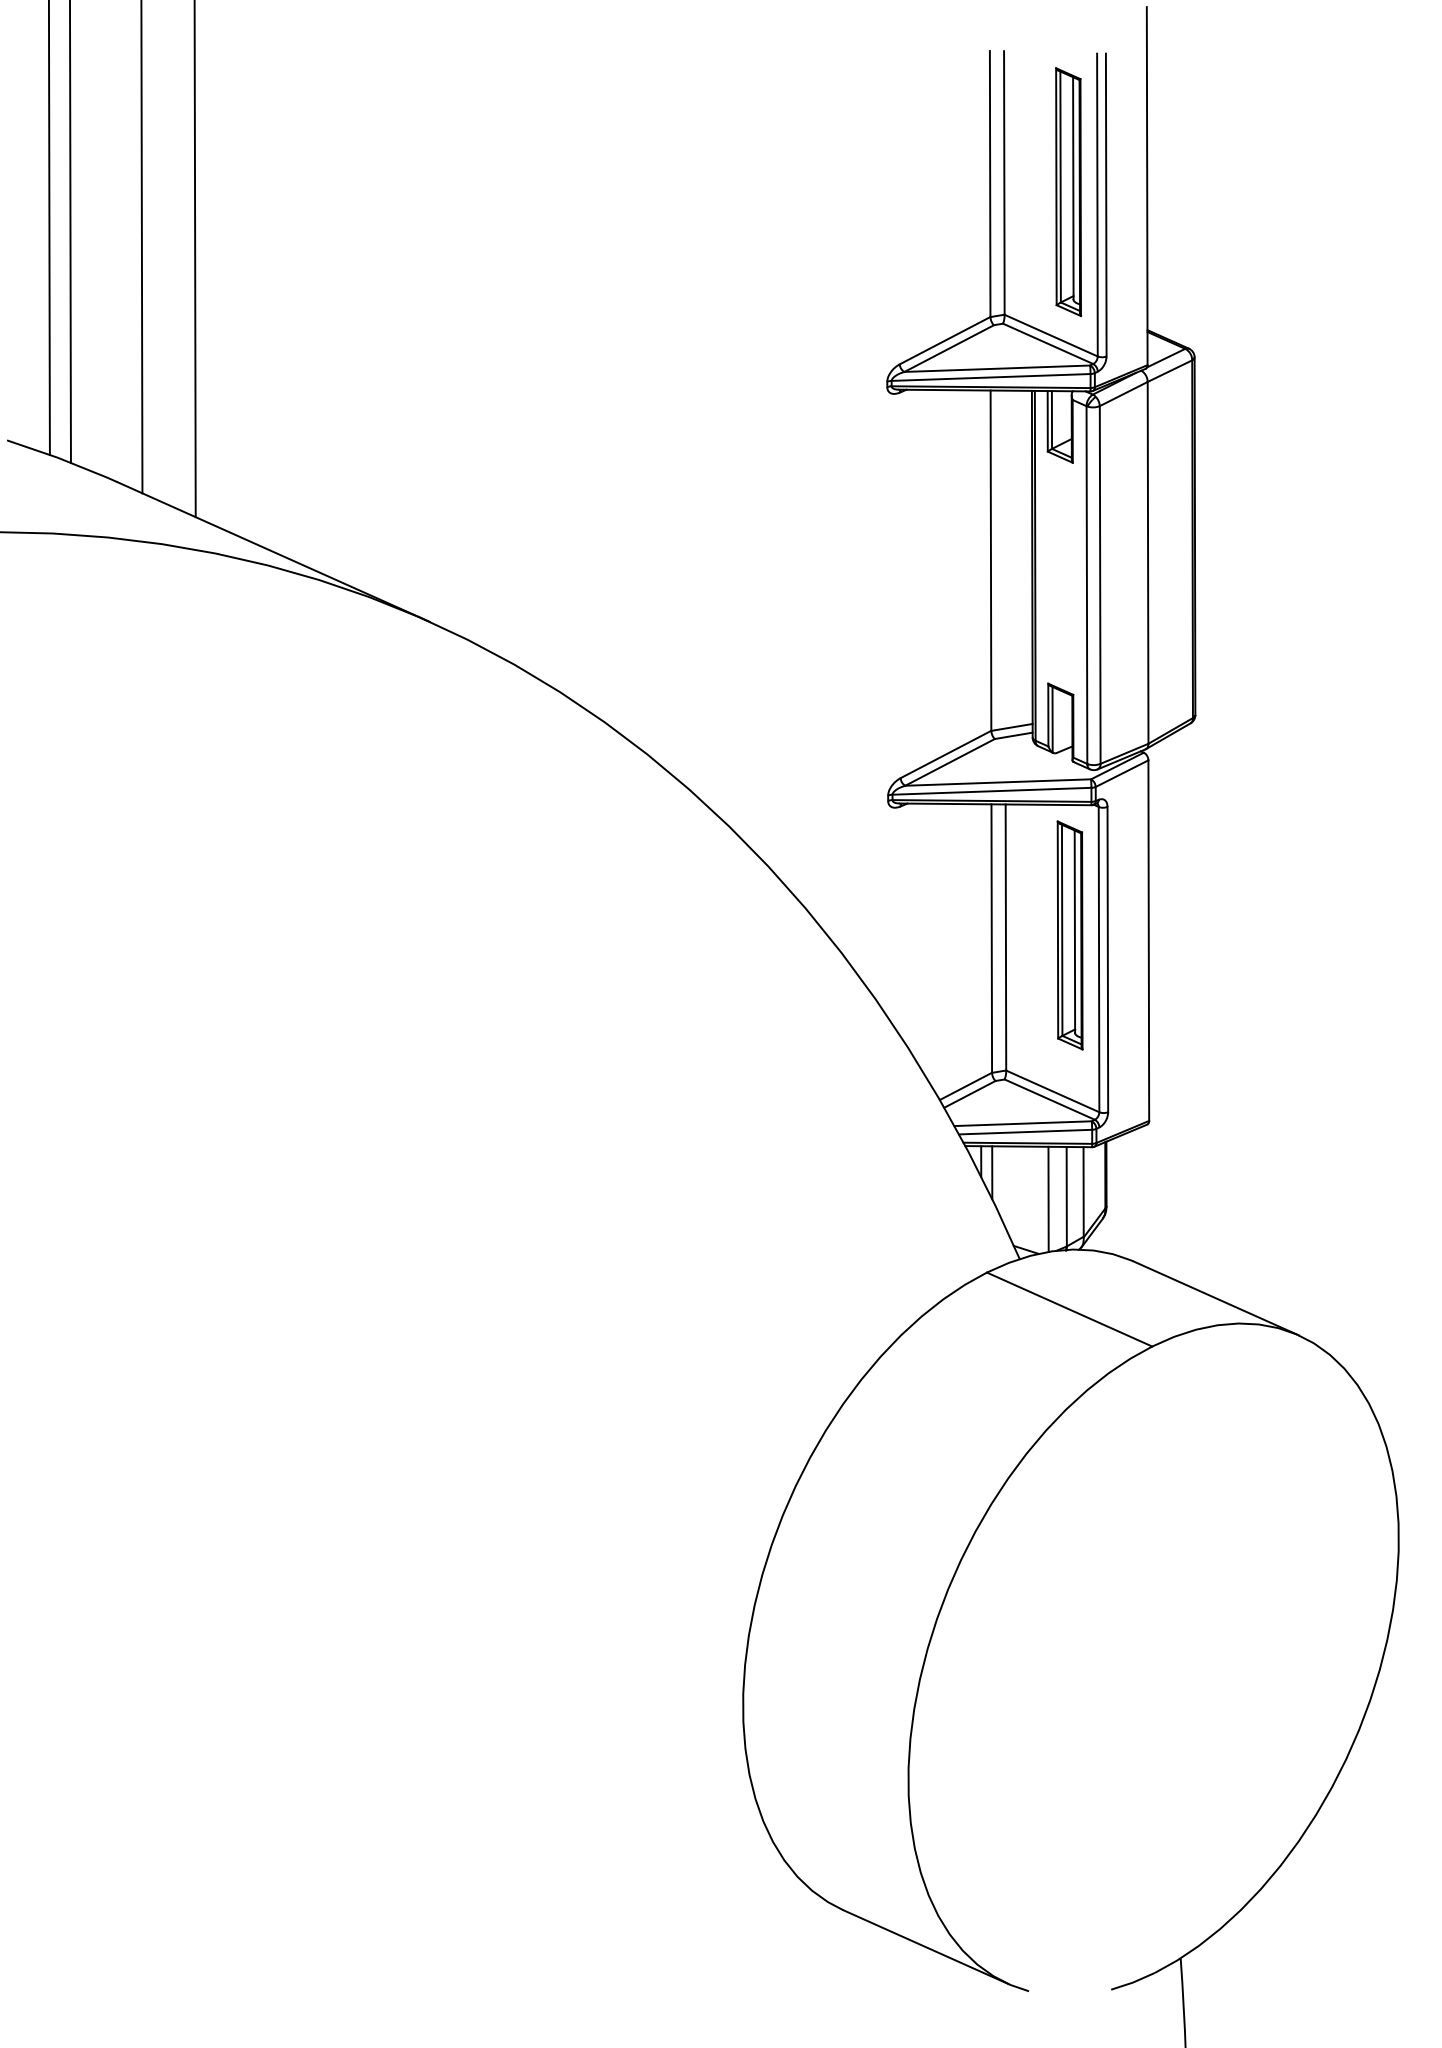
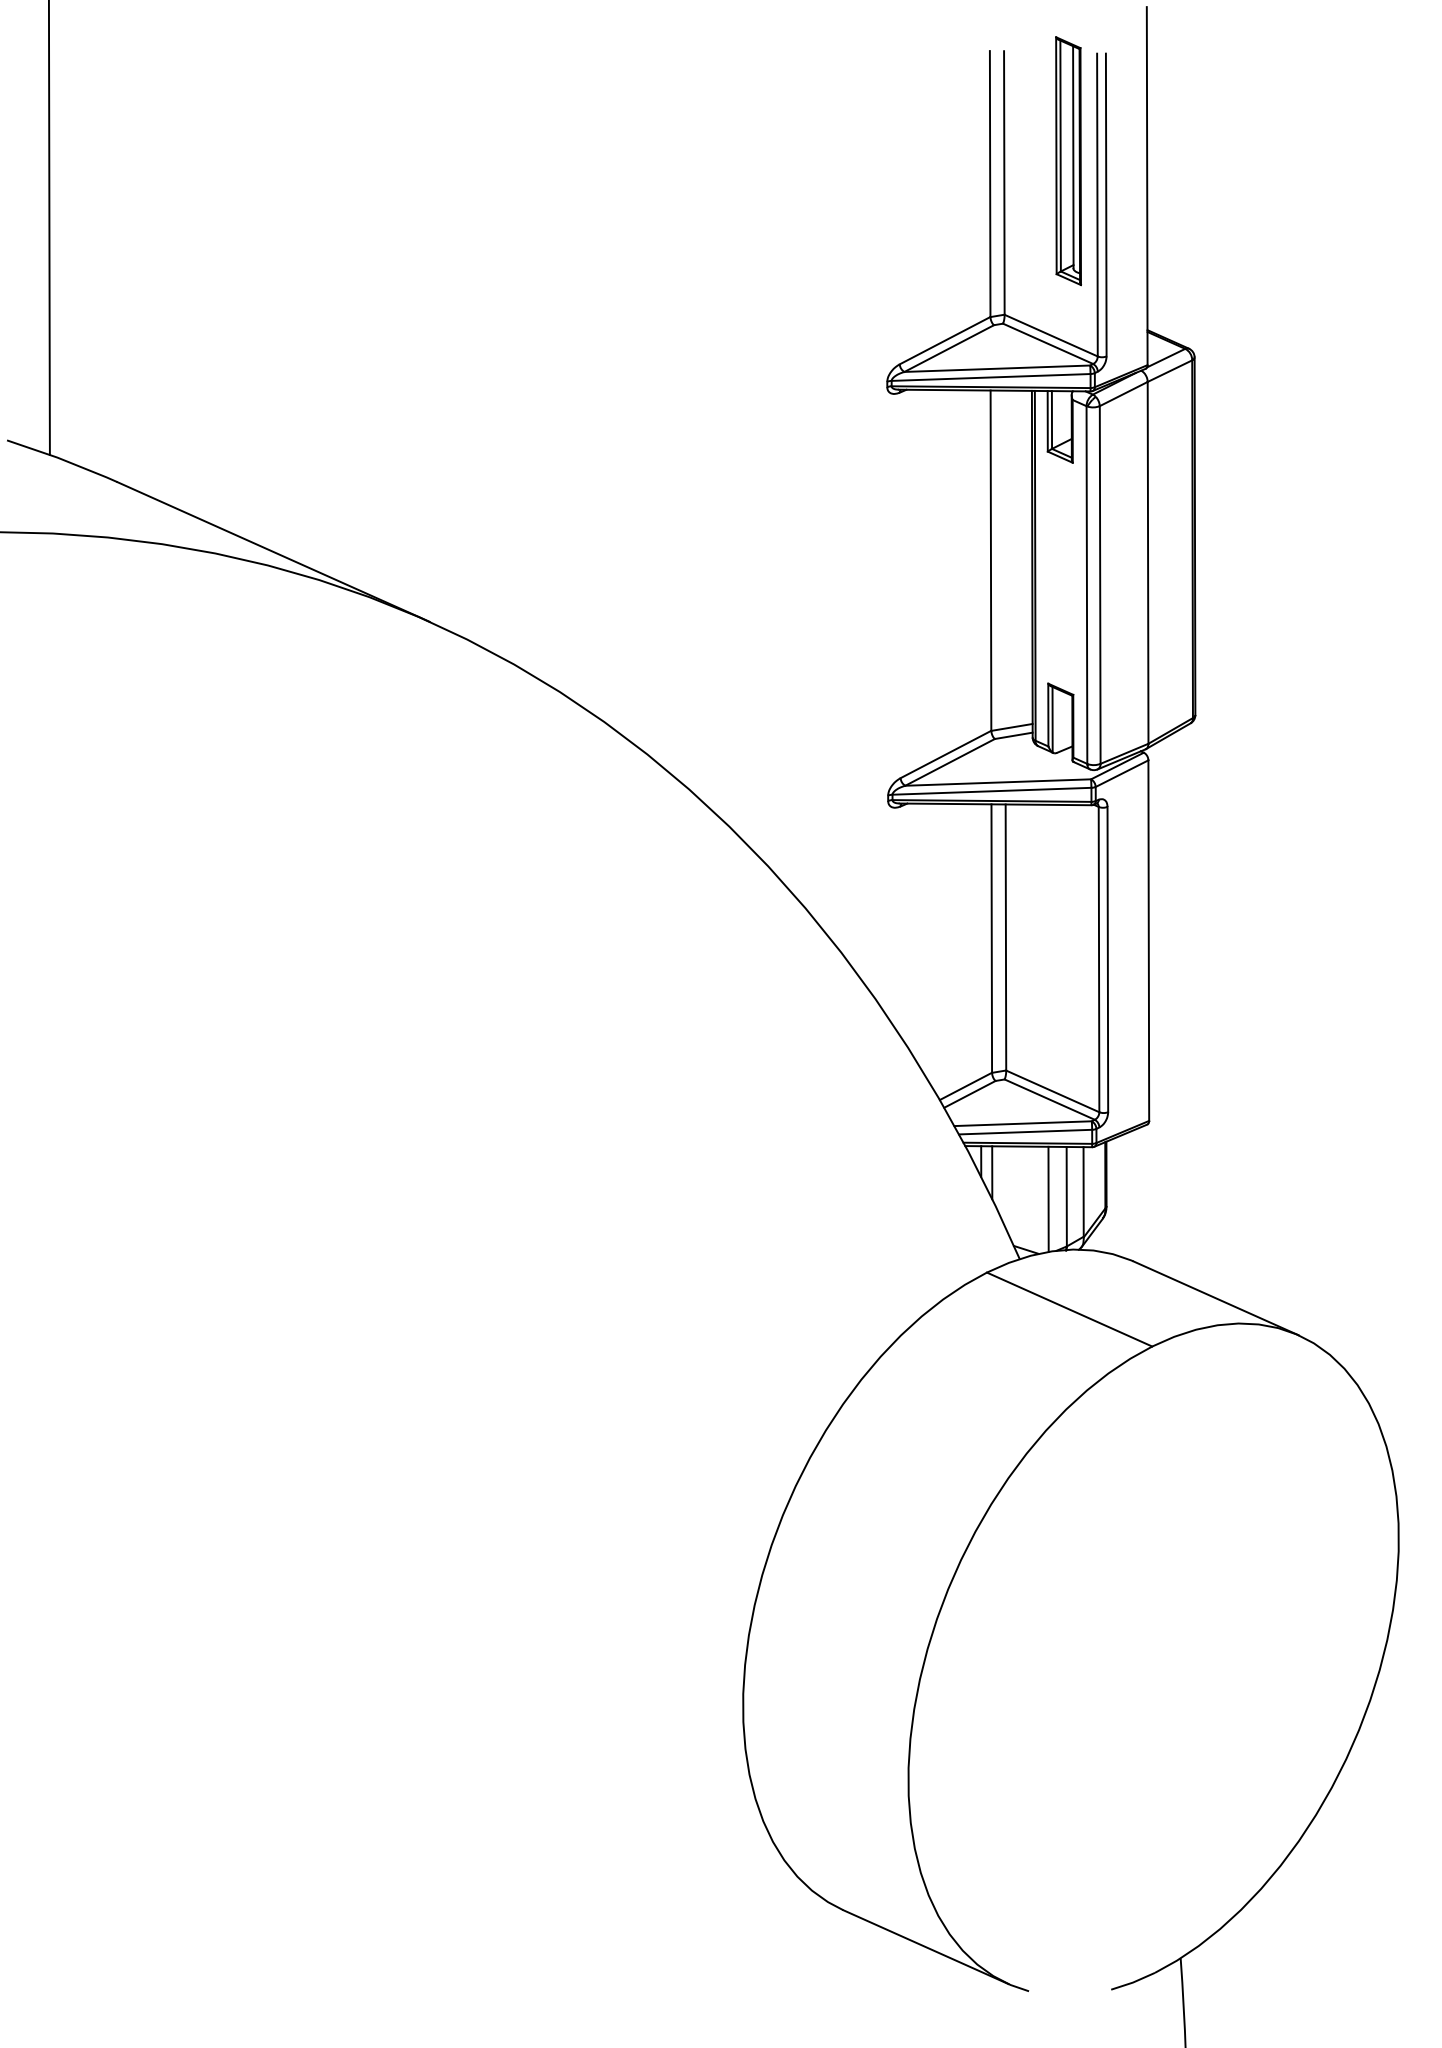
part at (1068, 192) position: (1068, 192) -> (1068, 161)
line at (70, 232): present -> none
line at (141, 247): present -> none
line at (194, 259): present -> none
part at (1069, 935): present -> none
